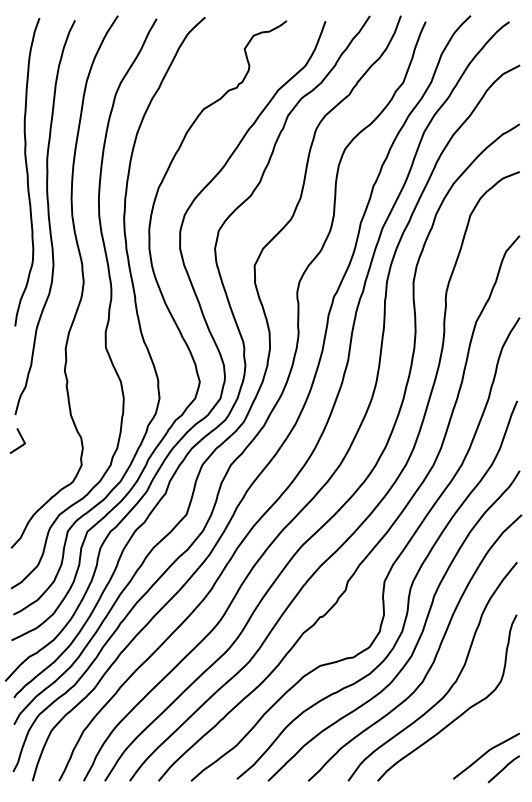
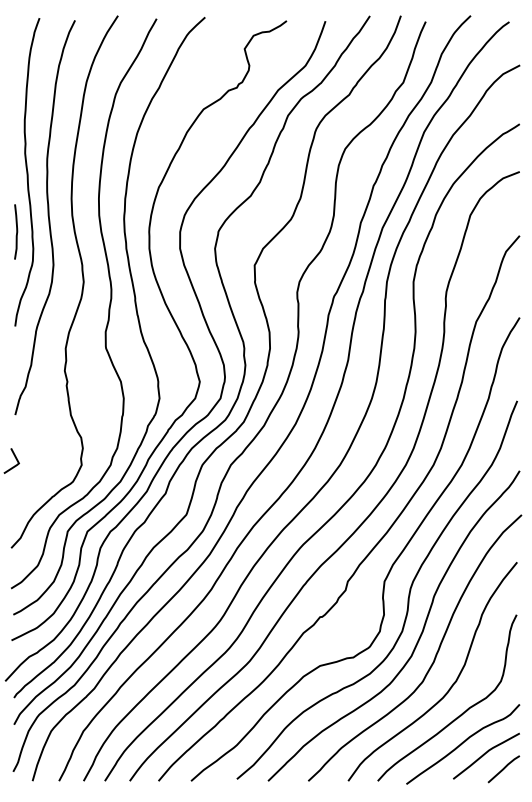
curve at (16, 231): none -> present
line at (21, 439) position: (21, 439) -> (15, 459)
curve at (463, 743): none -> present
